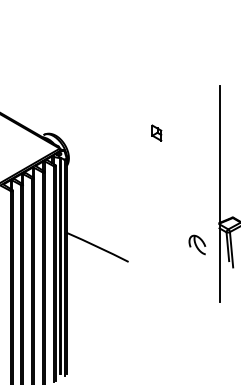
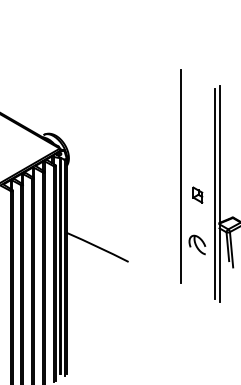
part at (156, 132) position: (156, 132) -> (197, 194)
line at (181, 176): none -> present
line at (214, 194): none -> present
